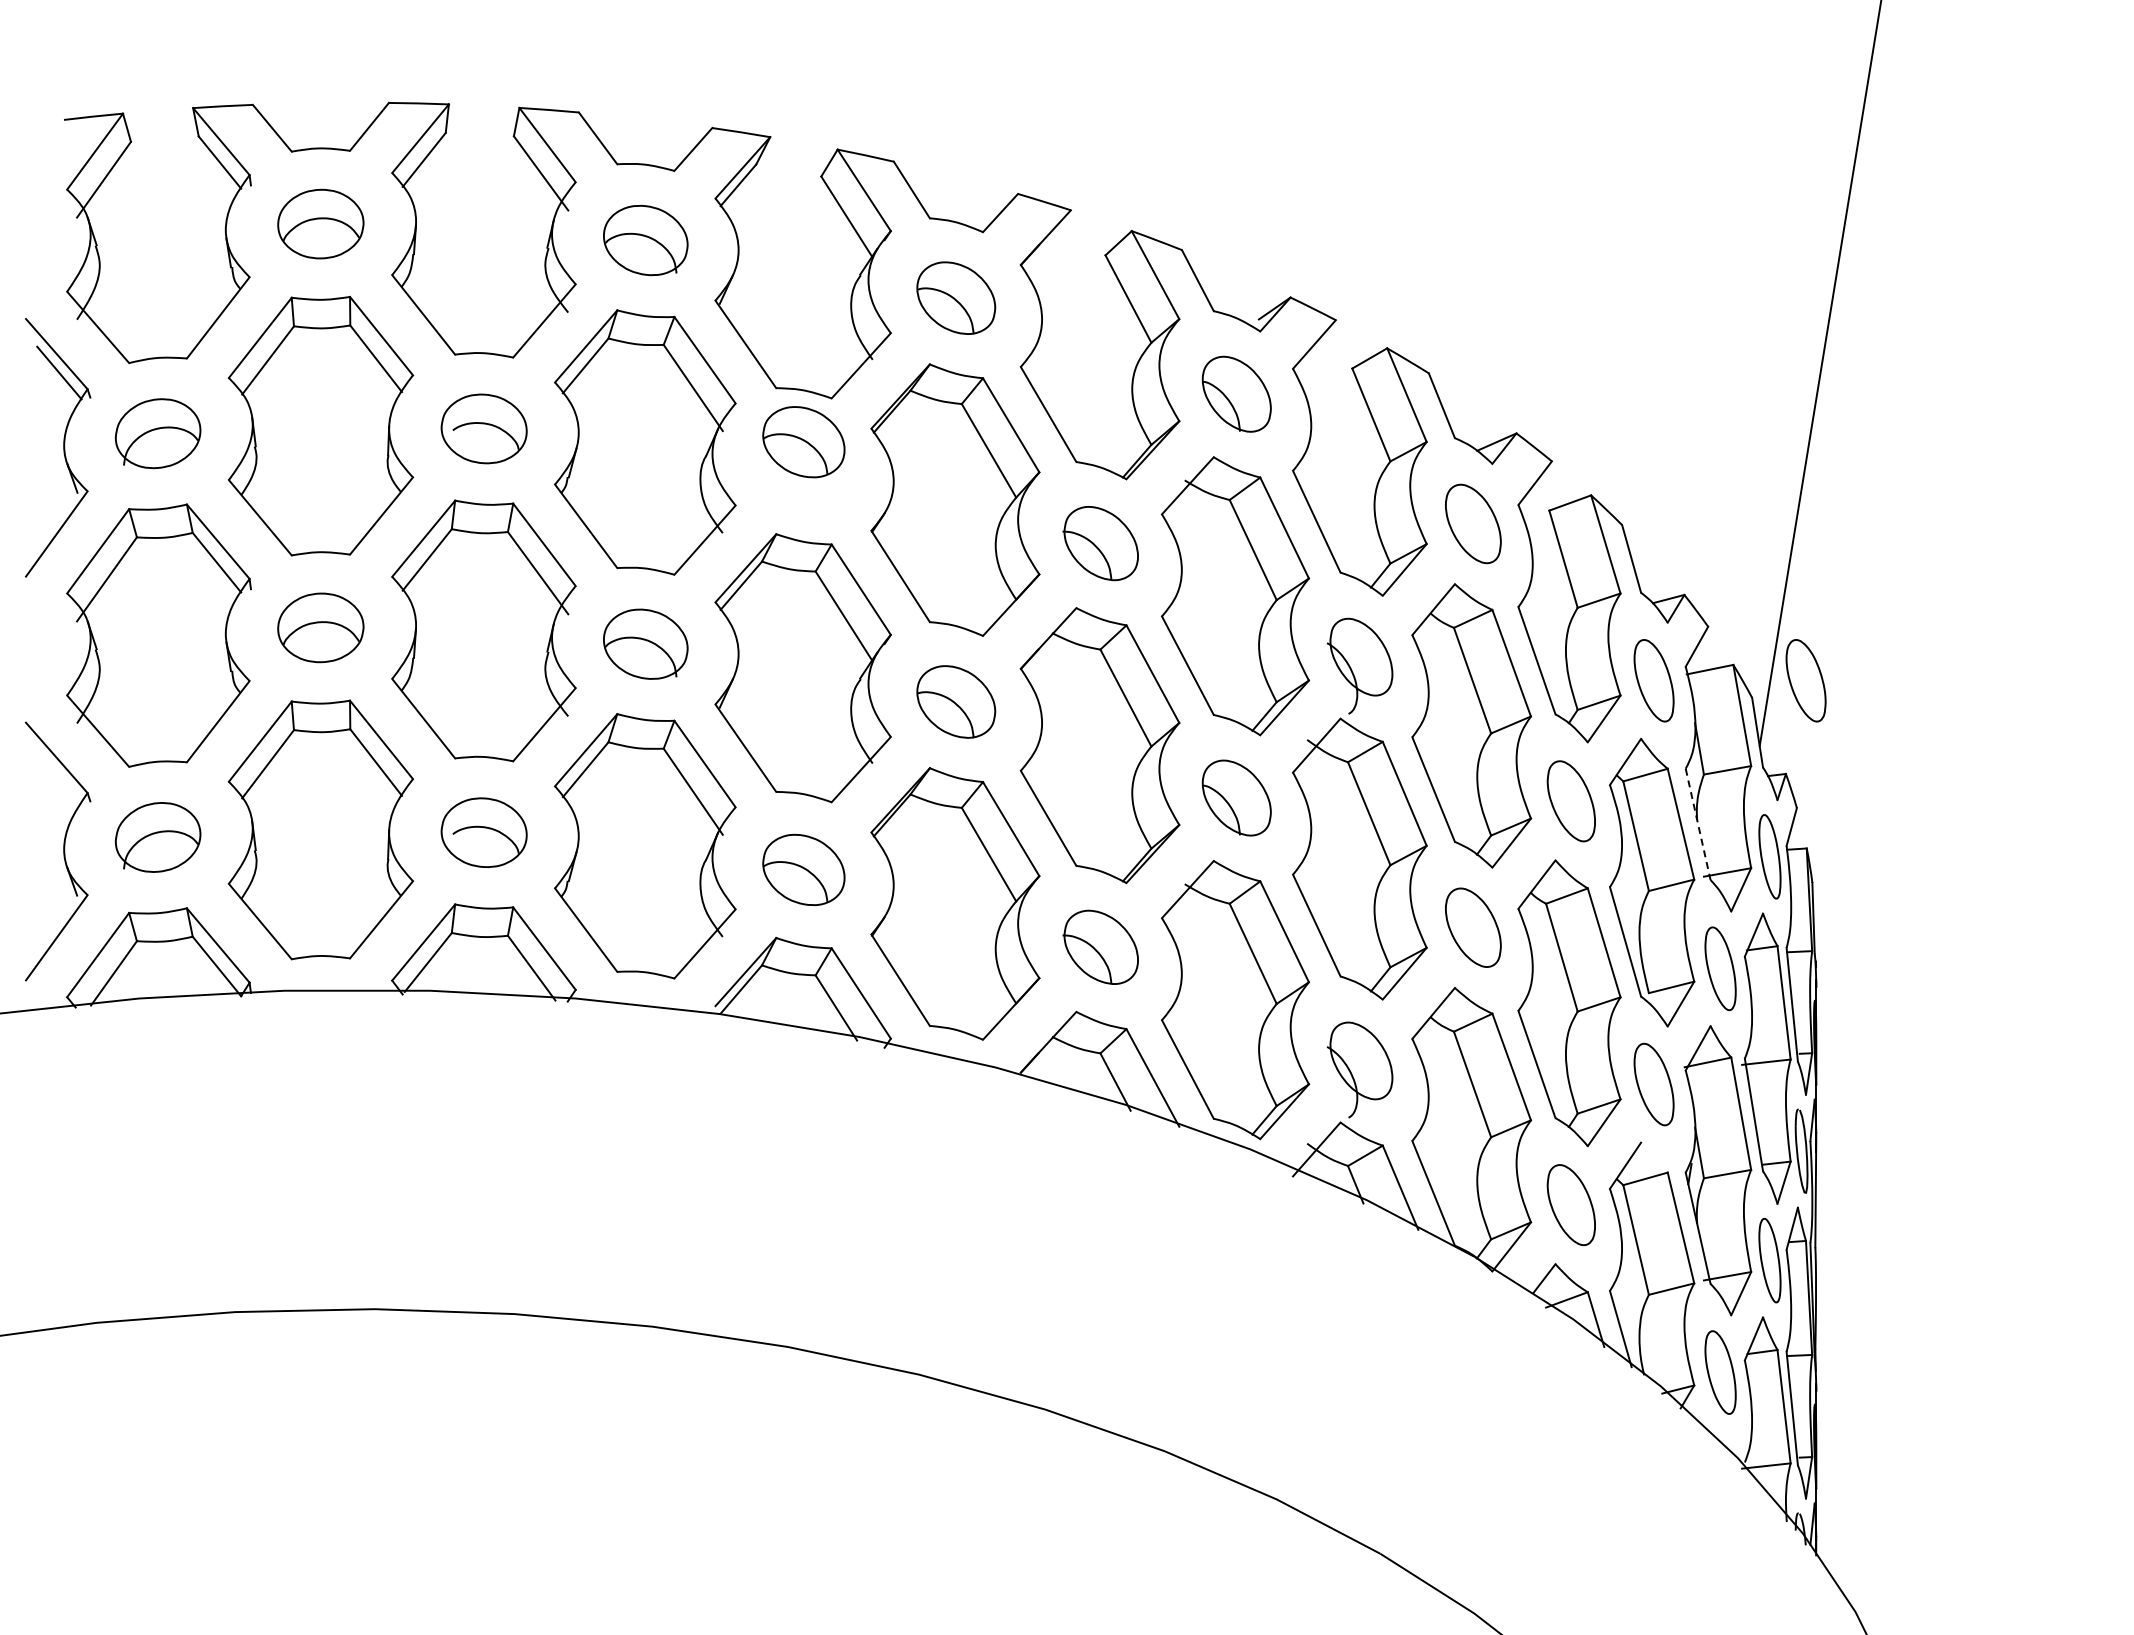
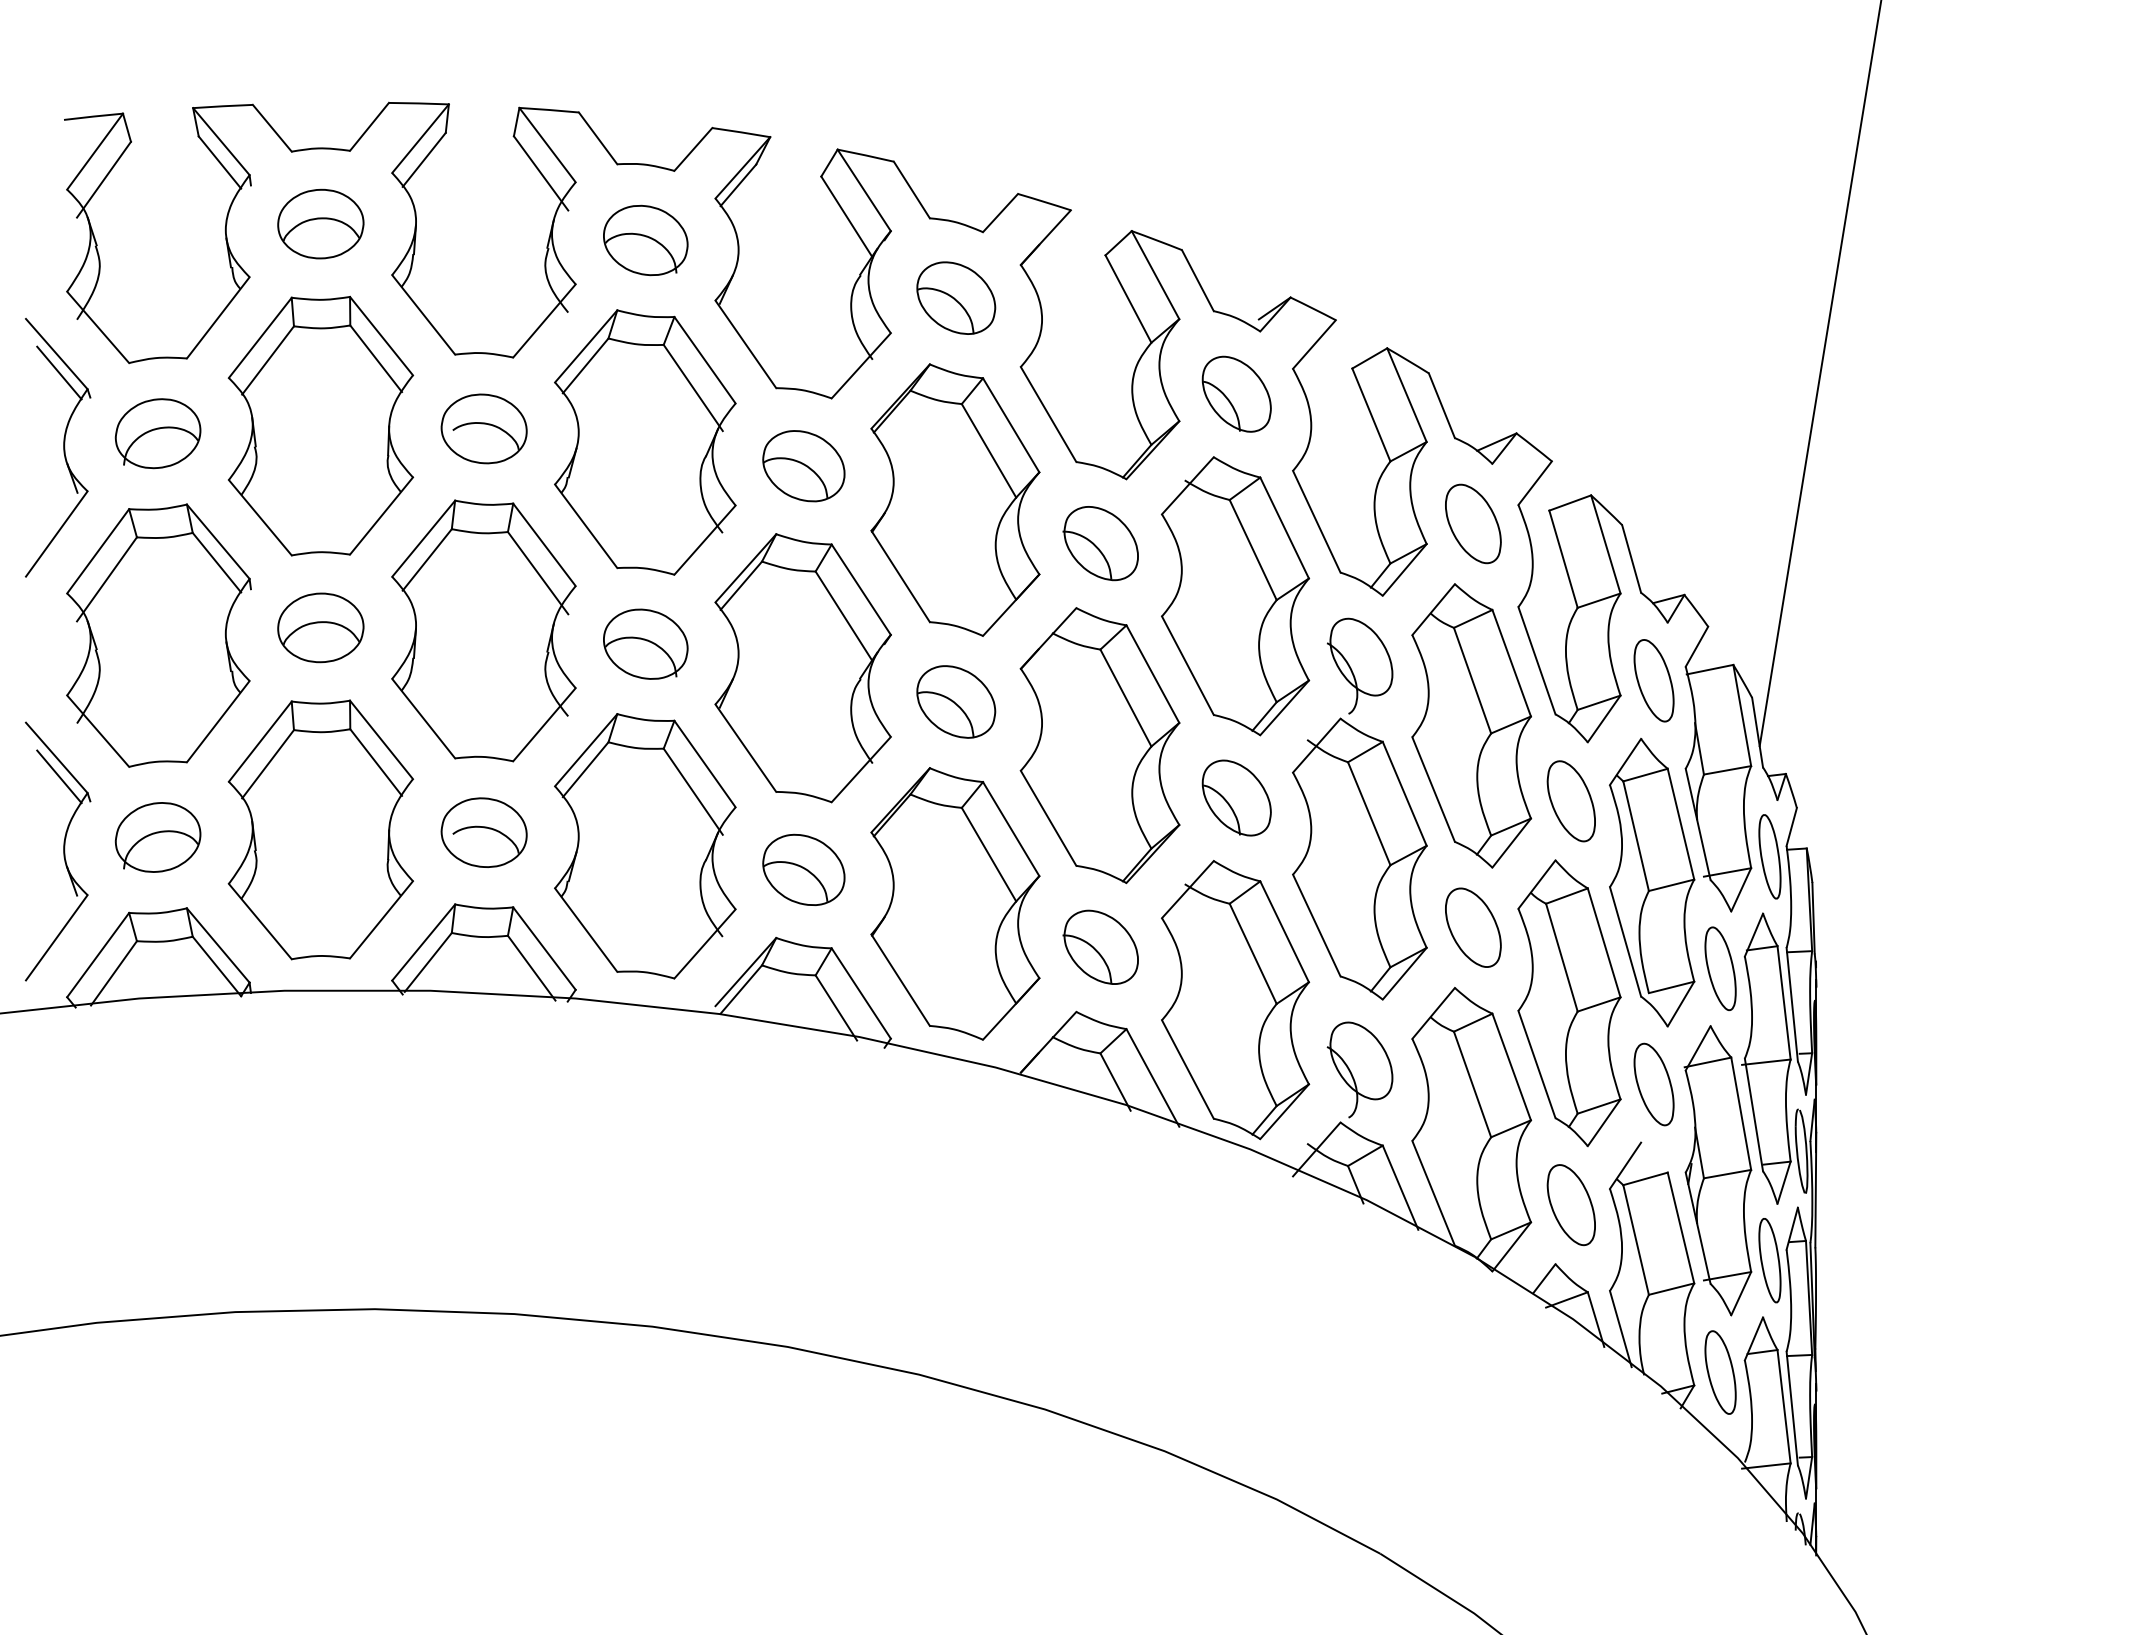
part at (803, 442) position: (803, 442) -> (803, 466)
part at (1805, 680): present -> none
line at (59, 776): none -> present
line at (1698, 824): dashed -> solid
